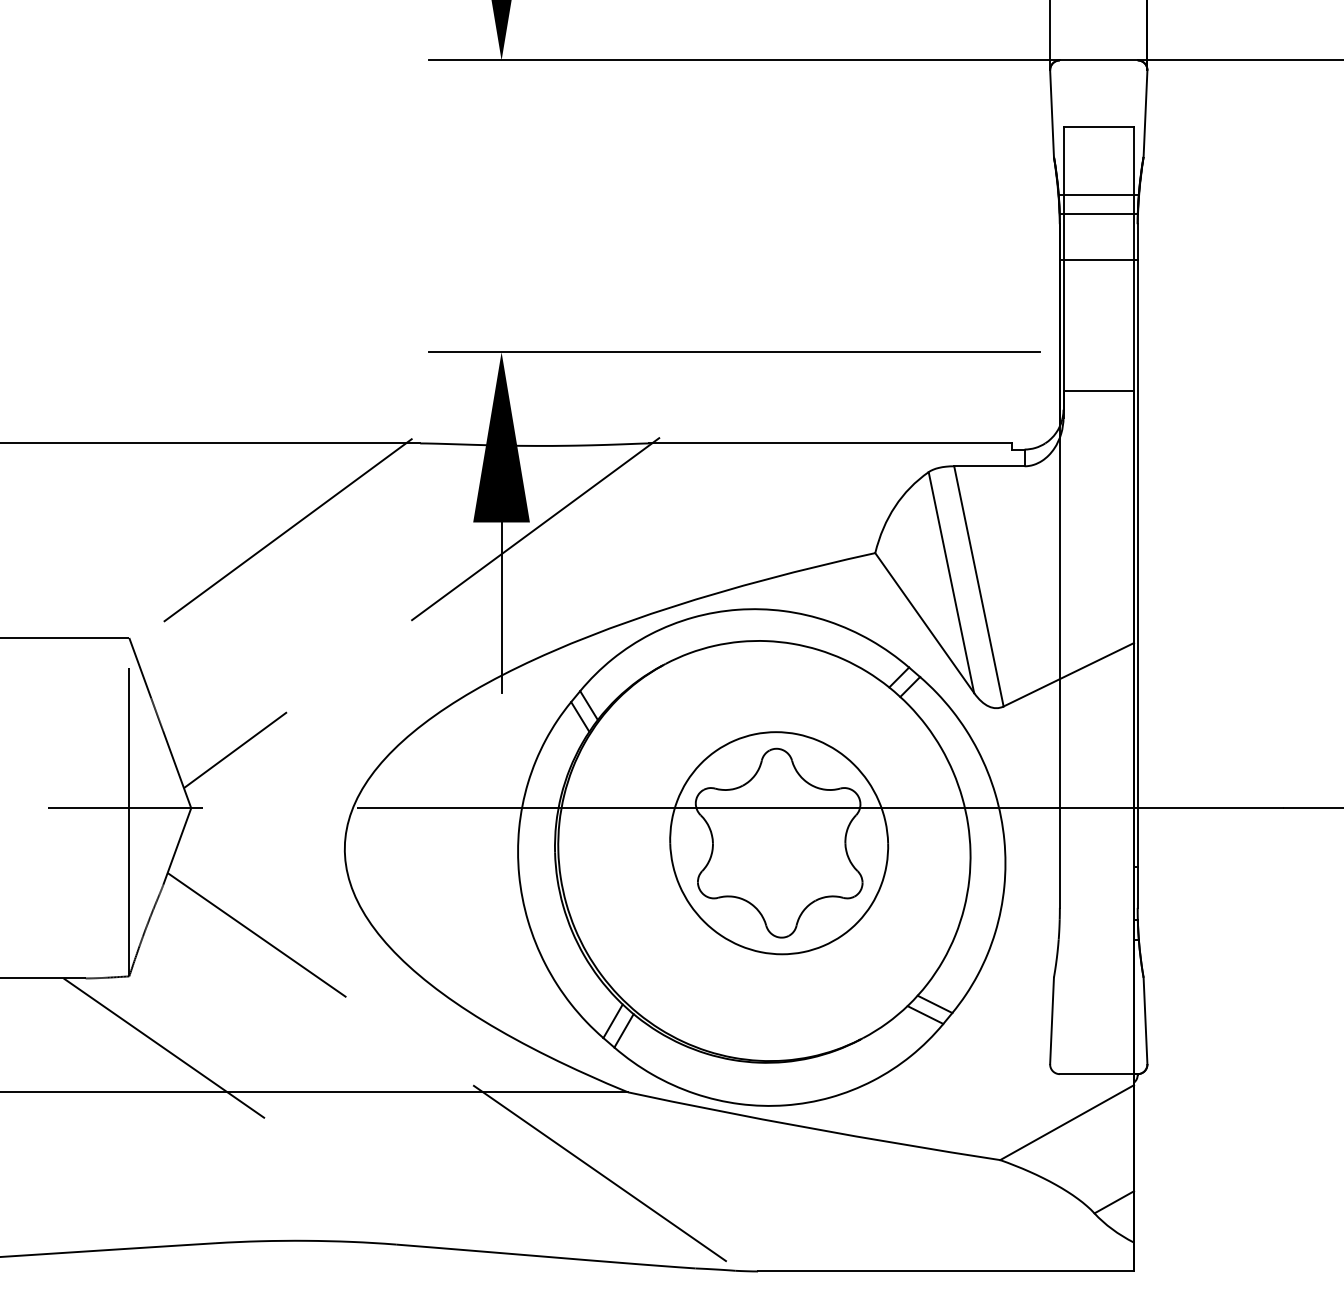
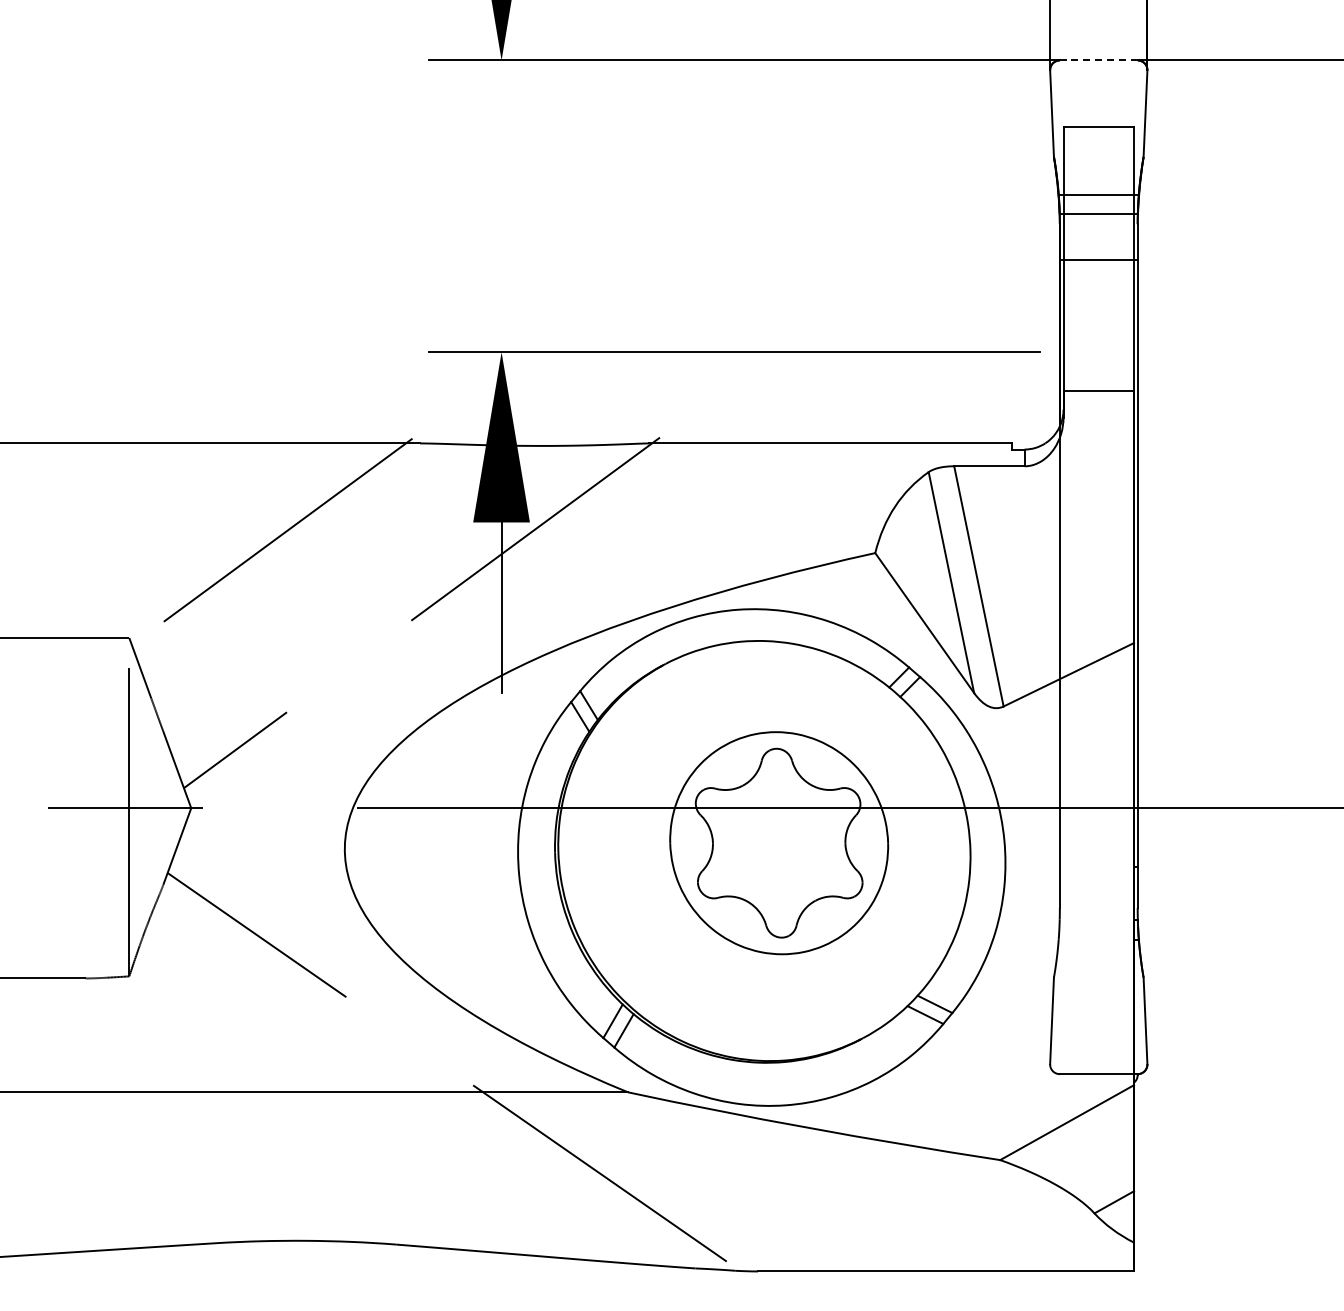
line at (1098, 60): solid -> dashed
line at (163, 1048): present -> none
